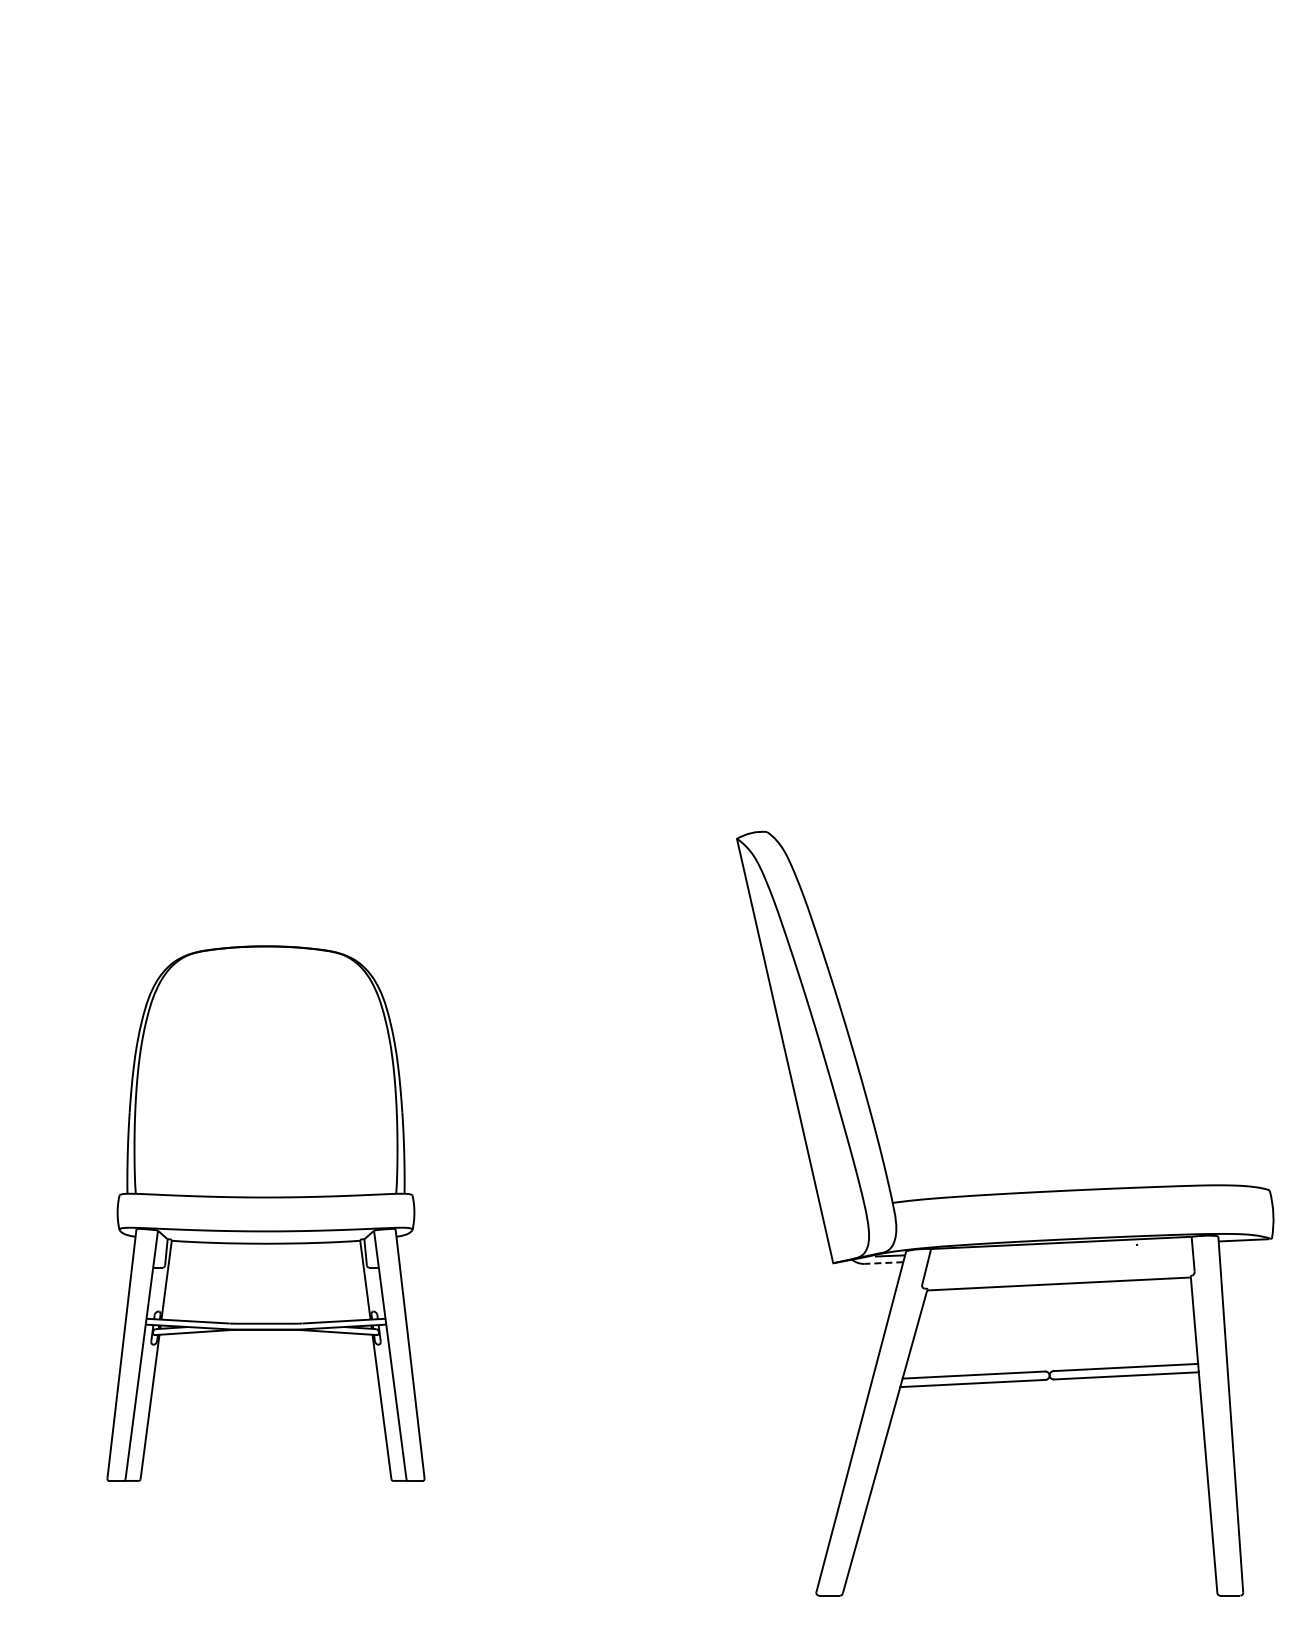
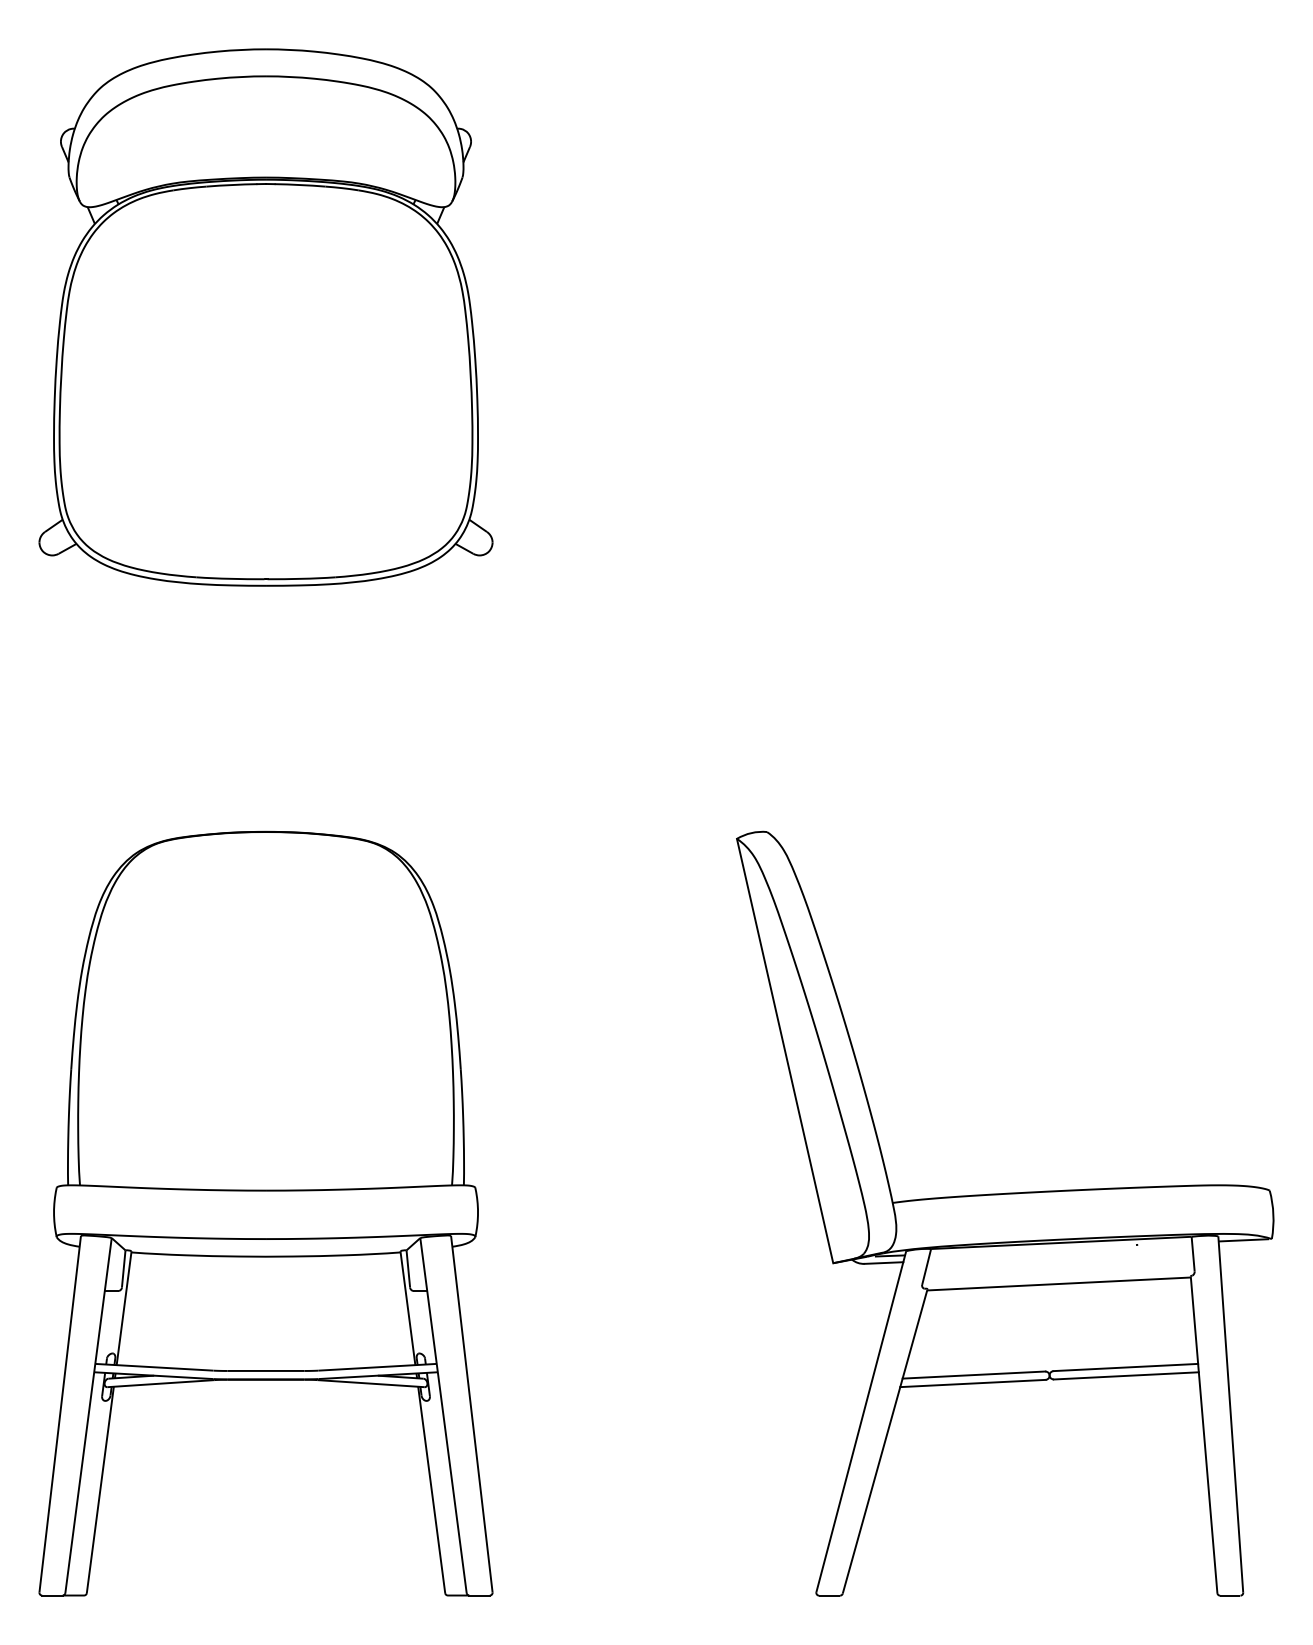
part at (265, 317): none -> present
part at (265, 1213) size: 320x537 px -> 456x767 px
line at (883, 1263): dashed -> solid
